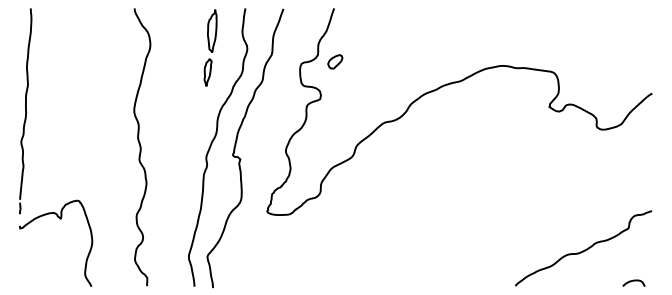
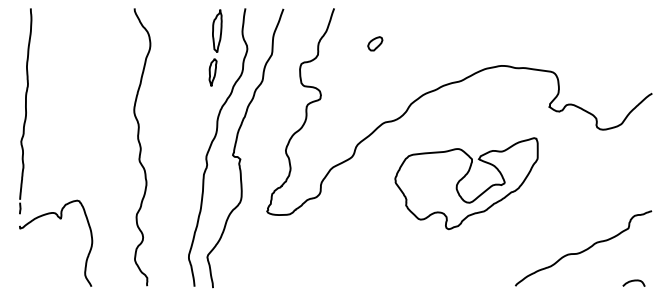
part at (210, 47) position: (210, 47) -> (215, 47)
part at (335, 61) position: (335, 61) -> (375, 43)
part at (466, 183): none -> present
